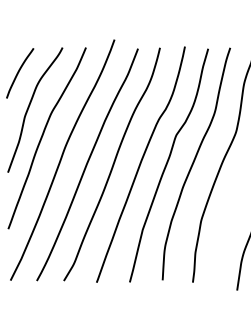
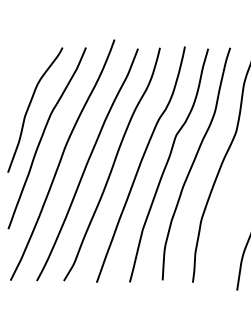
curve at (19, 72): present -> none
